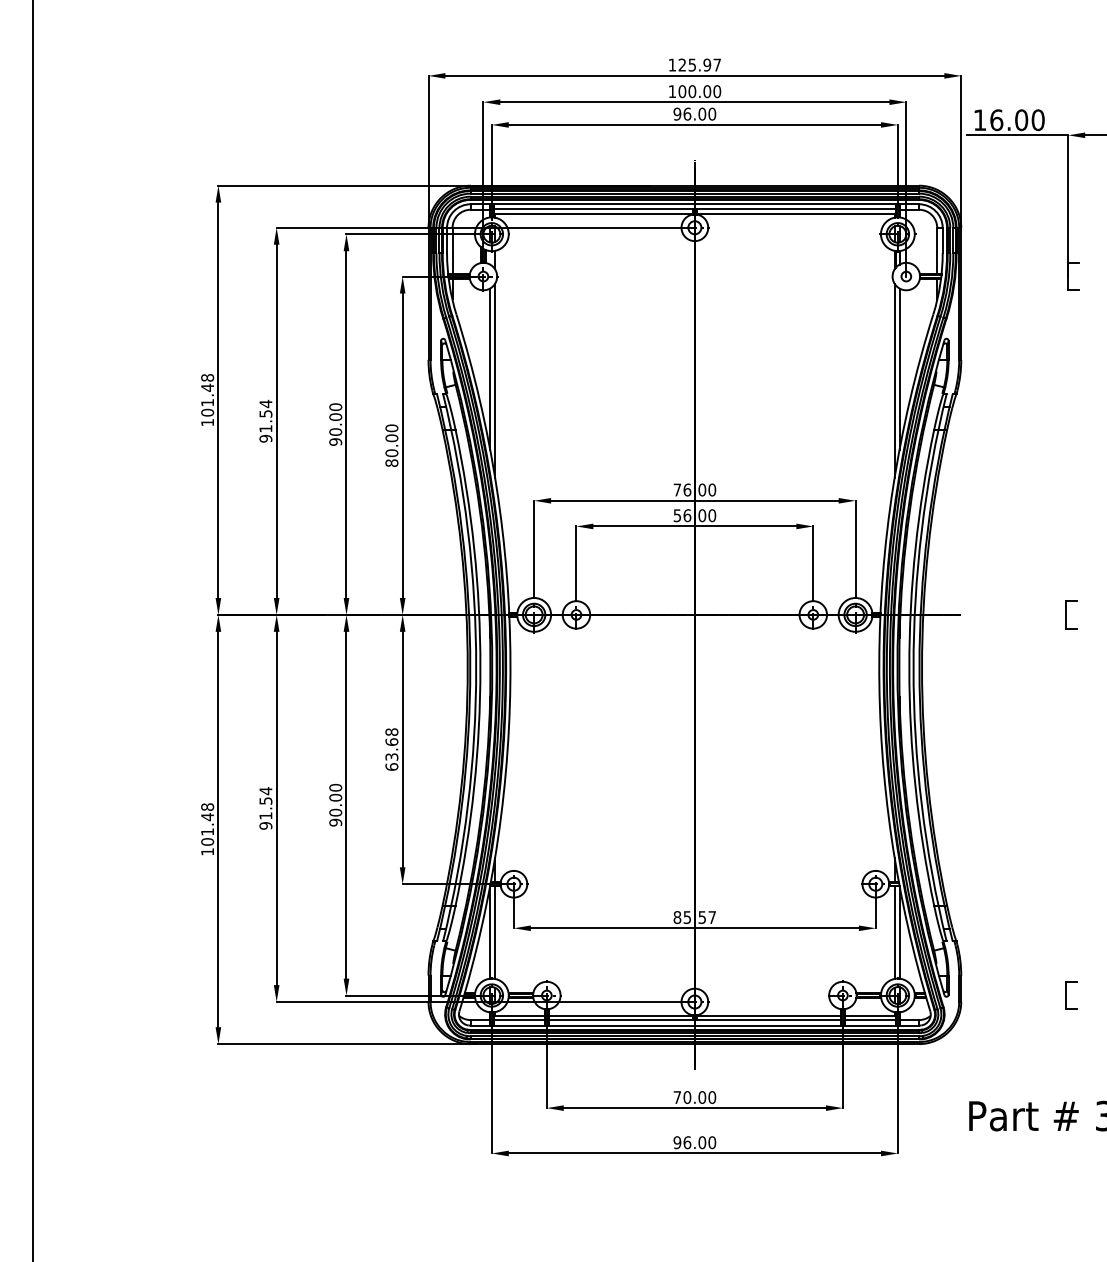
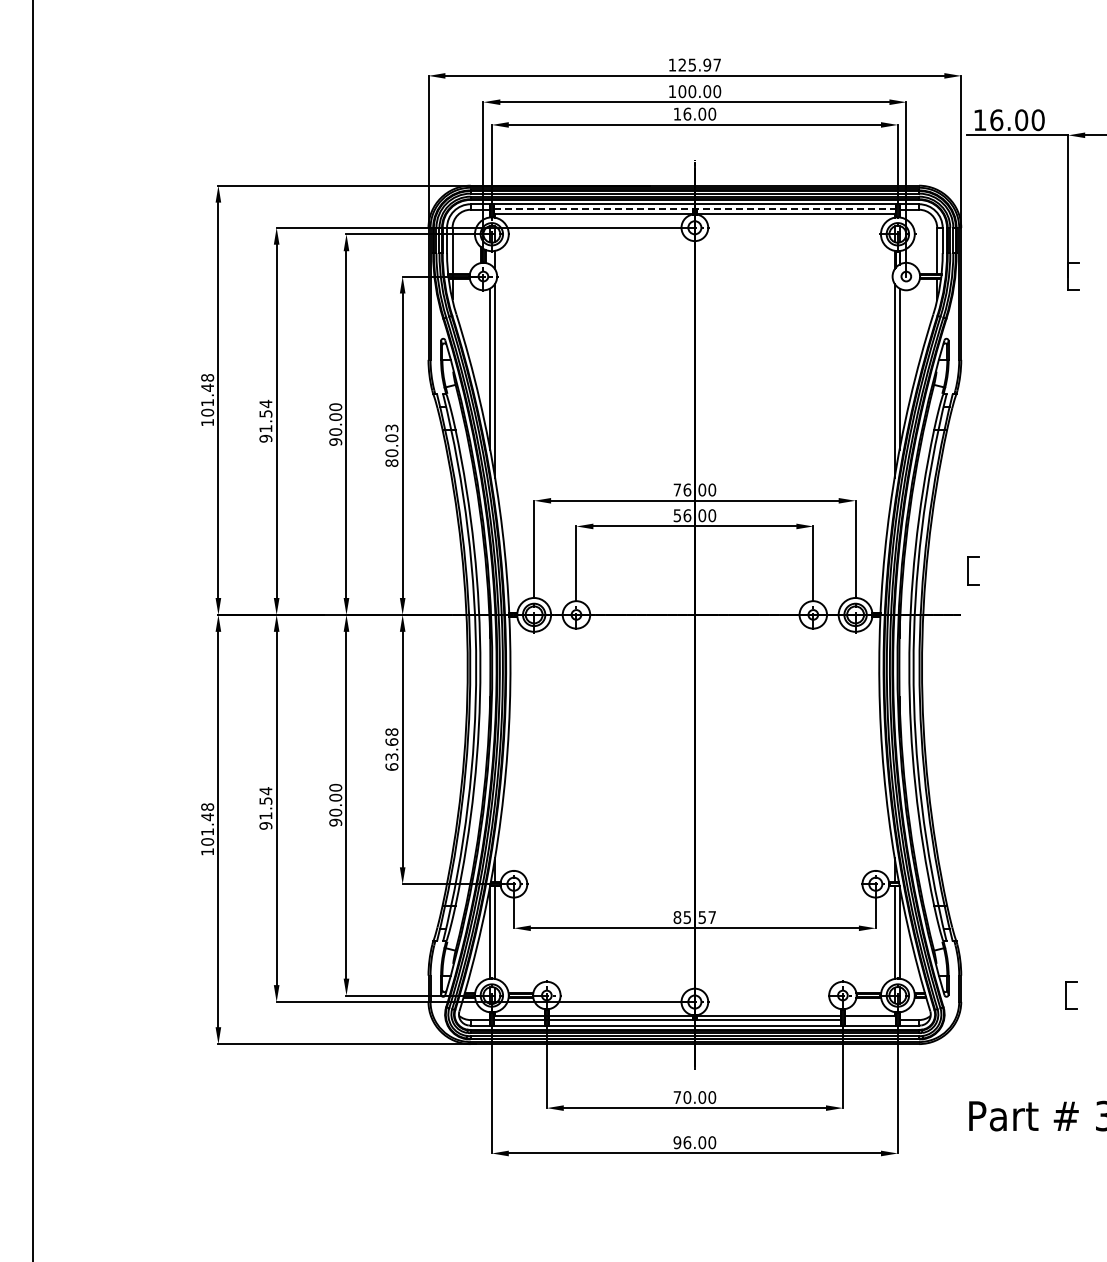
text at (677, 113): 96.00 -> 16.00
line at (694, 209): solid -> dashed
text at (391, 428): 80.00 -> 80.03
part at (1071, 614) position: (1071, 614) -> (973, 570)
line at (870, 1020): present -> none
